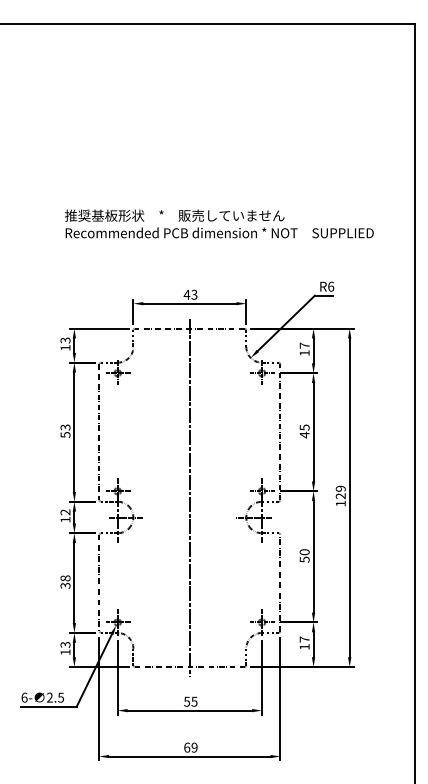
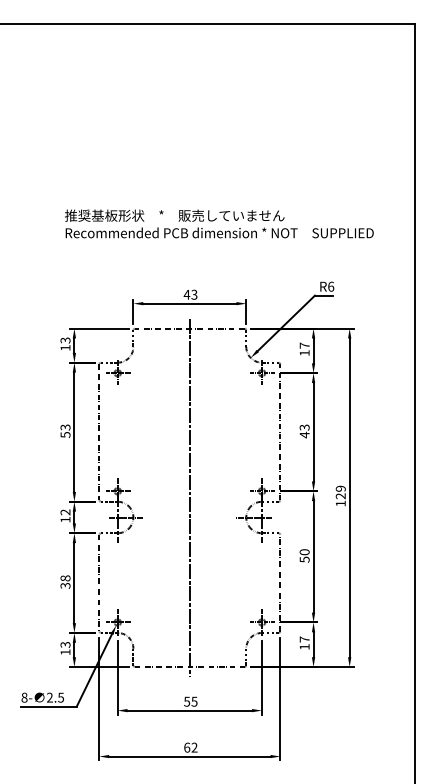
text at (303, 427): 45 -> 43
text at (24, 697): 6- -> 8-
text at (194, 747): 69 -> 62
